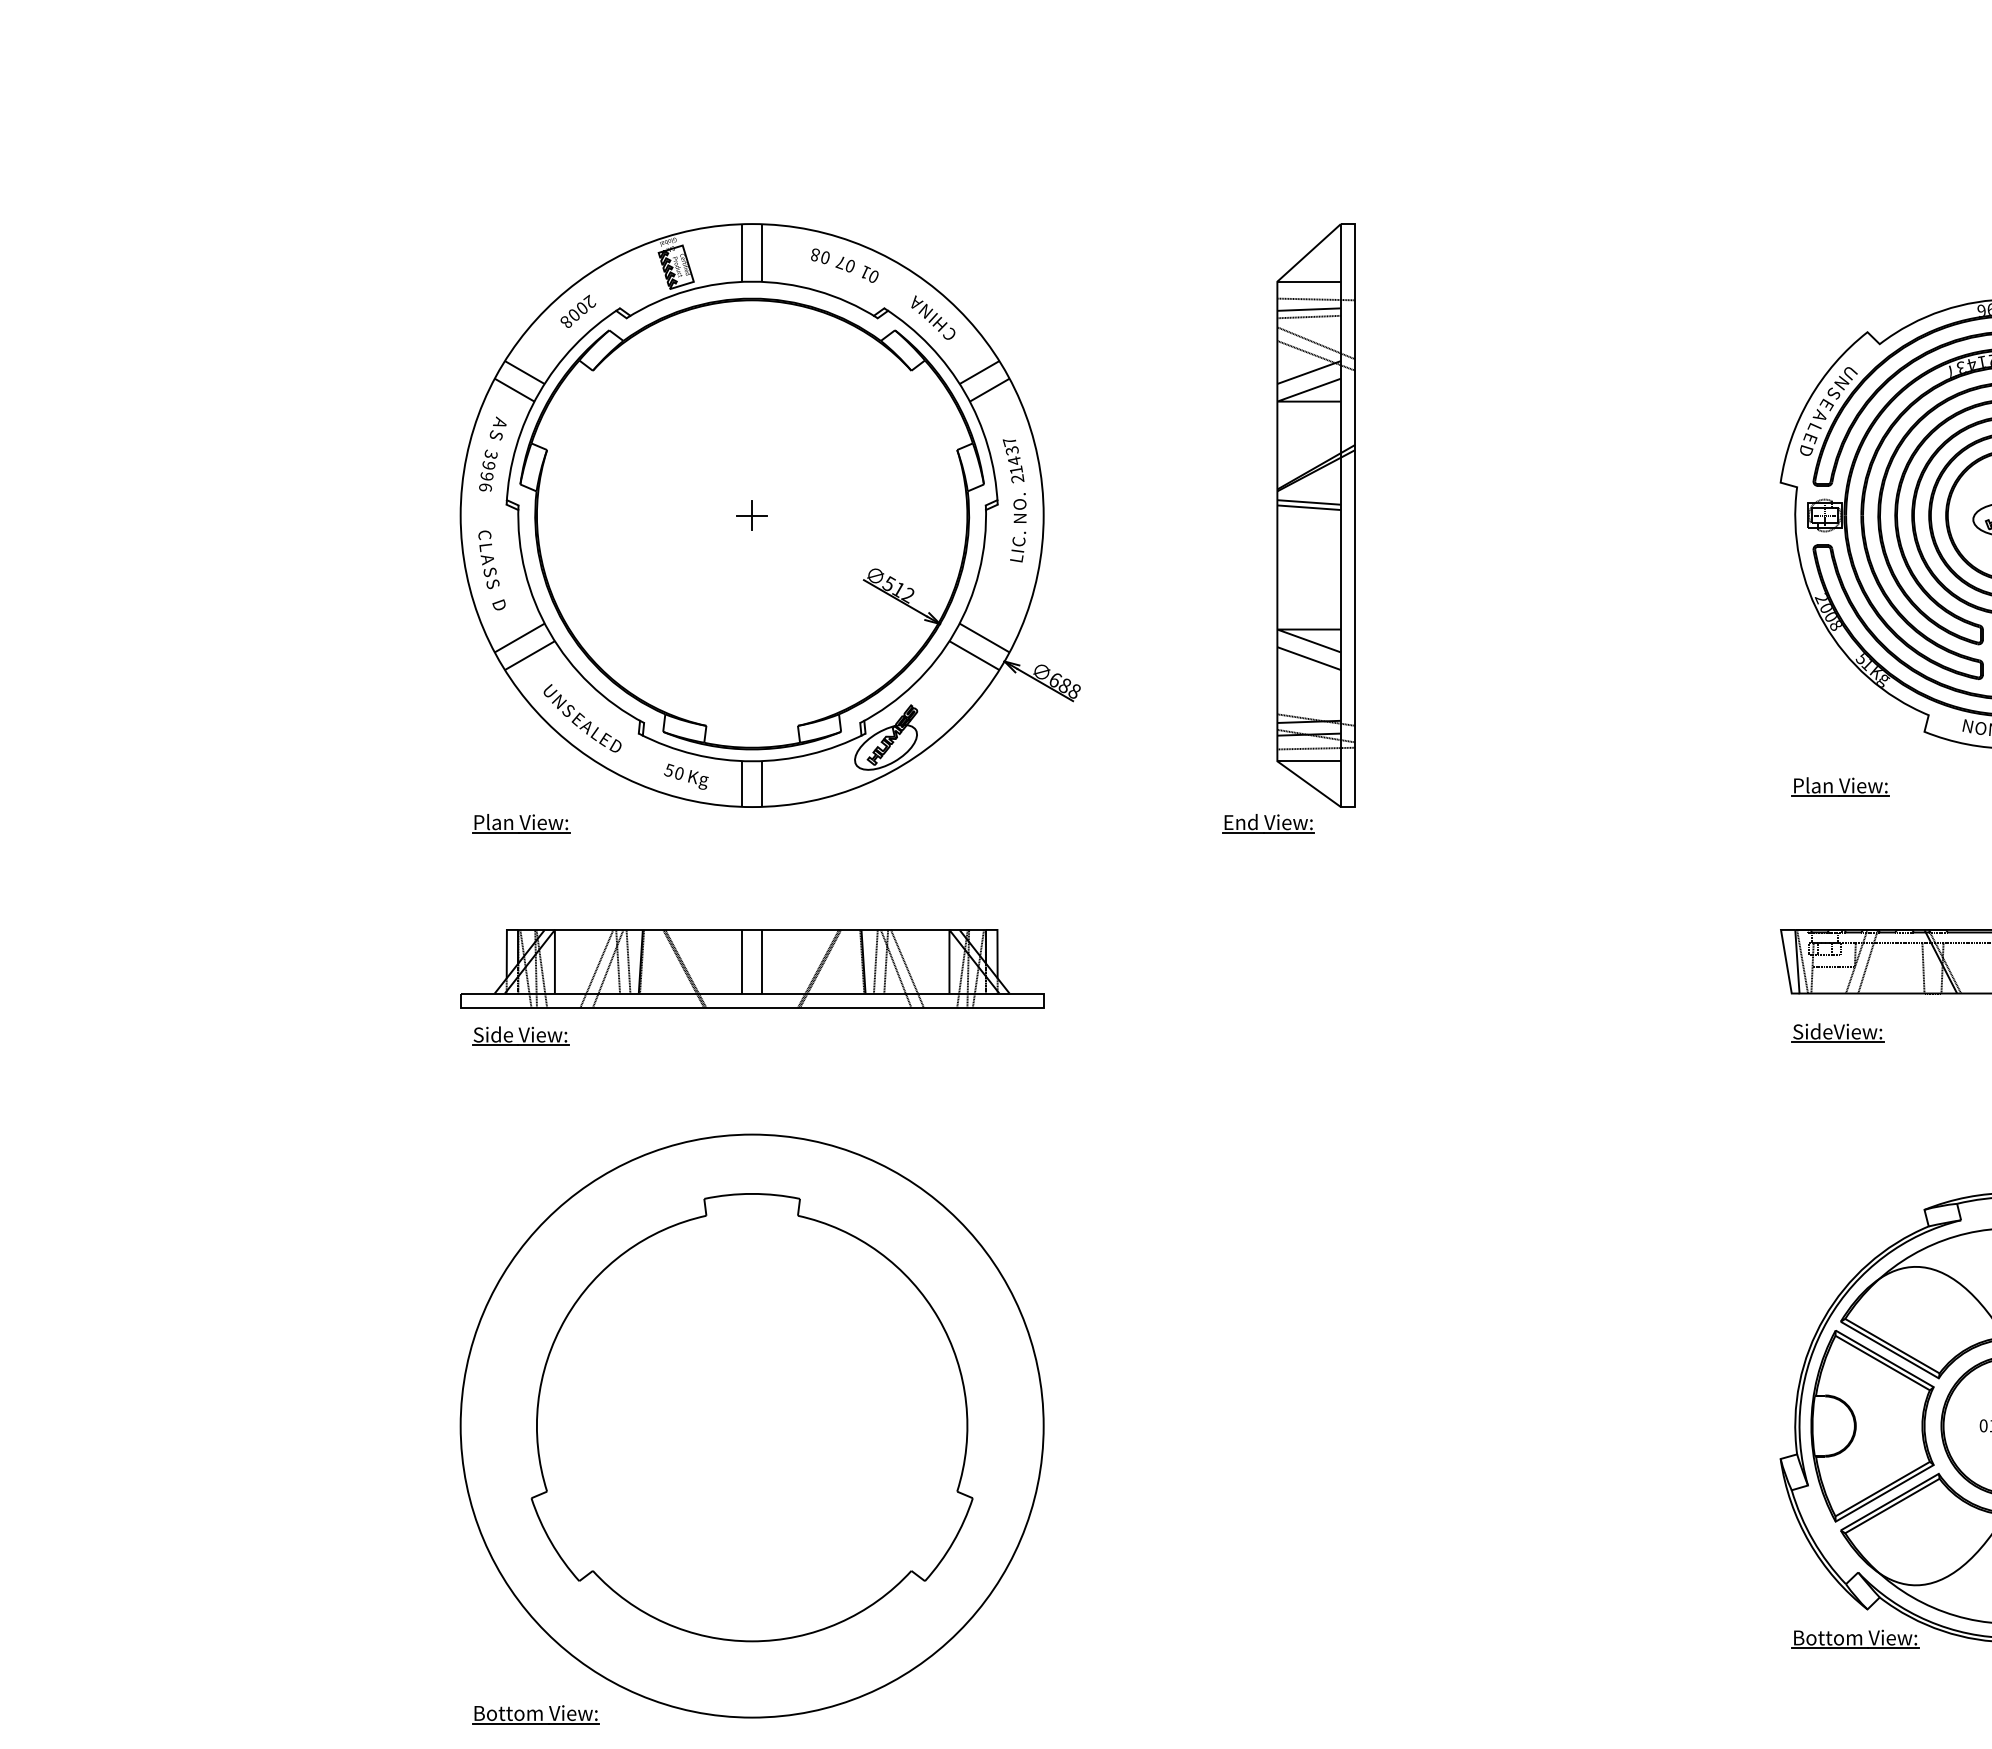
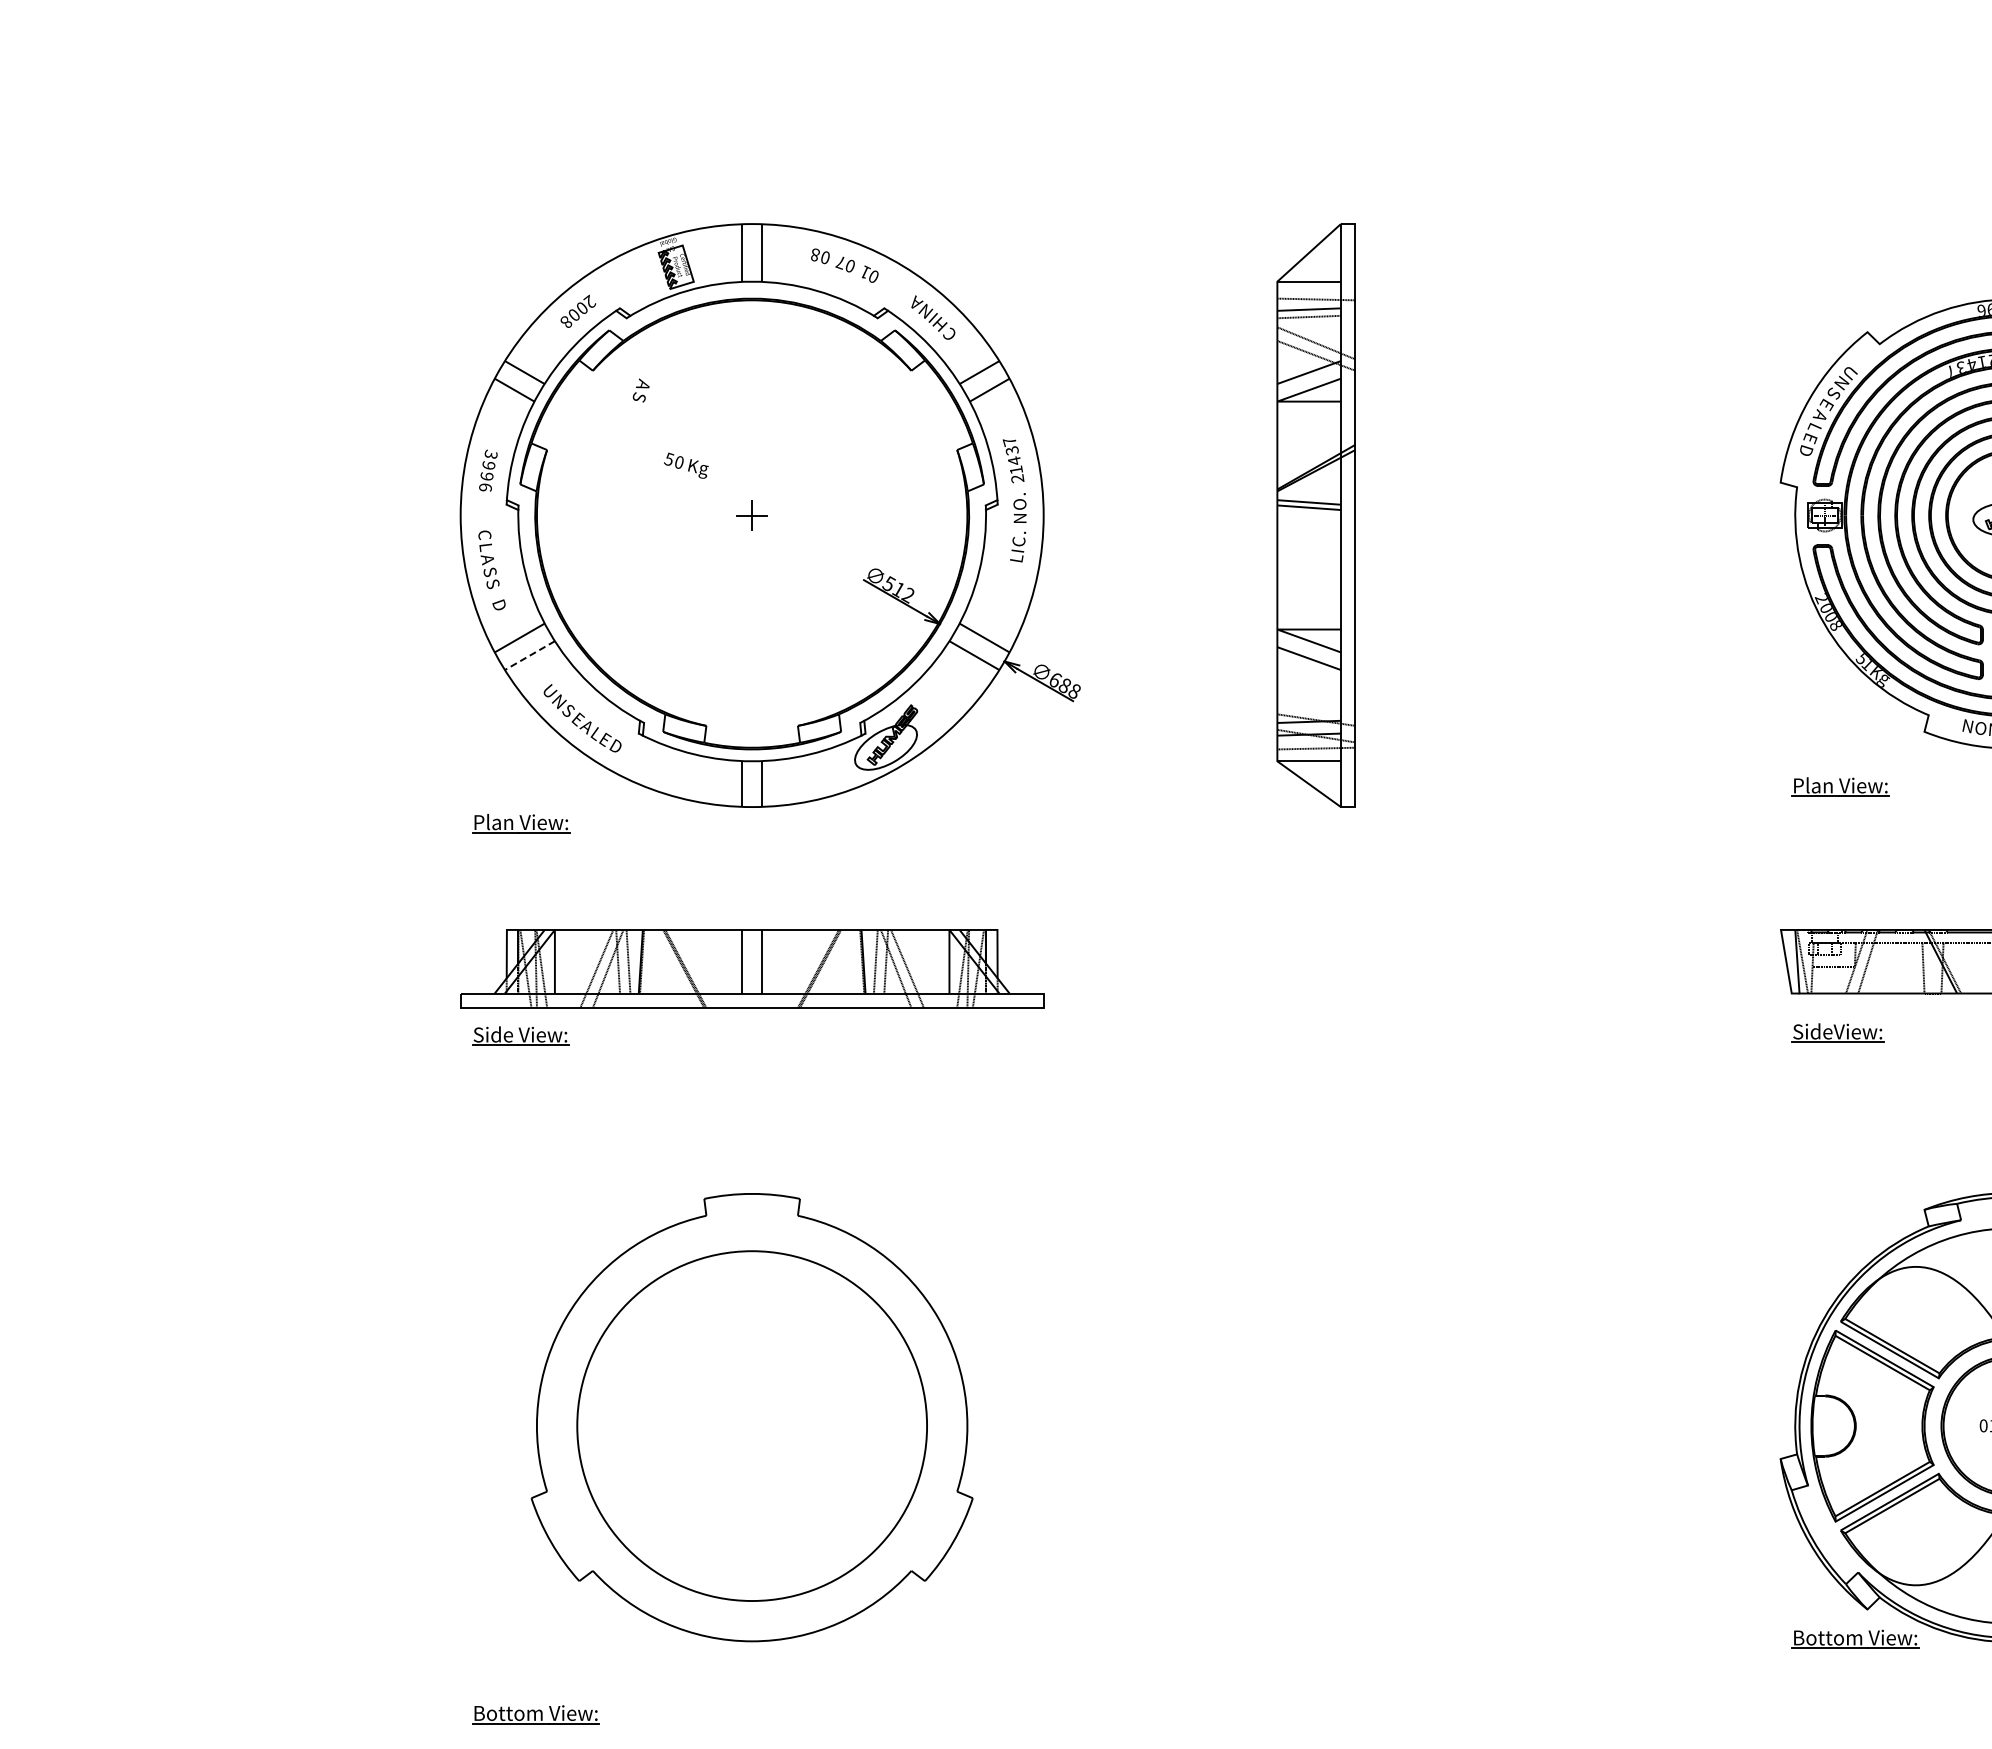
text at (497, 428) position: (497, 428) -> (640, 390)
line at (529, 655): solid -> dashed
text at (686, 776) position: (686, 776) -> (686, 465)
part at (1268, 823): present -> none
circle at (751, 1425) diameter: 583 px -> 350 px
